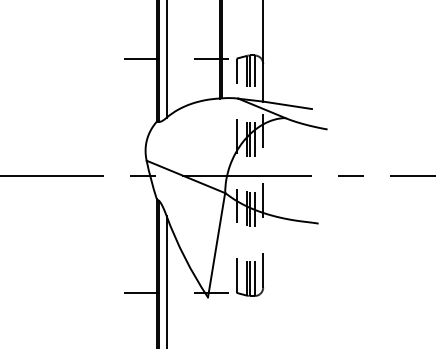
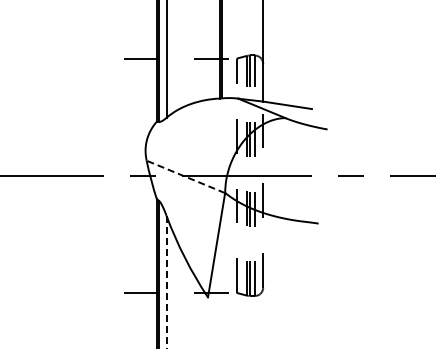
line at (185, 176): solid -> dashed
line at (166, 282): solid -> dashed
